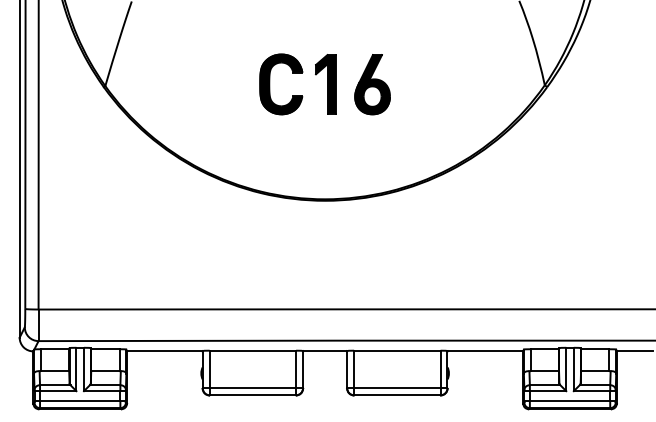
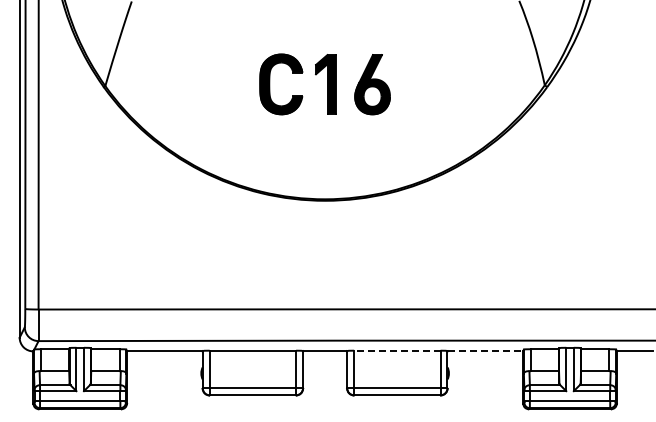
line at (396, 350): solid -> dashed
line at (485, 351): solid -> dashed
